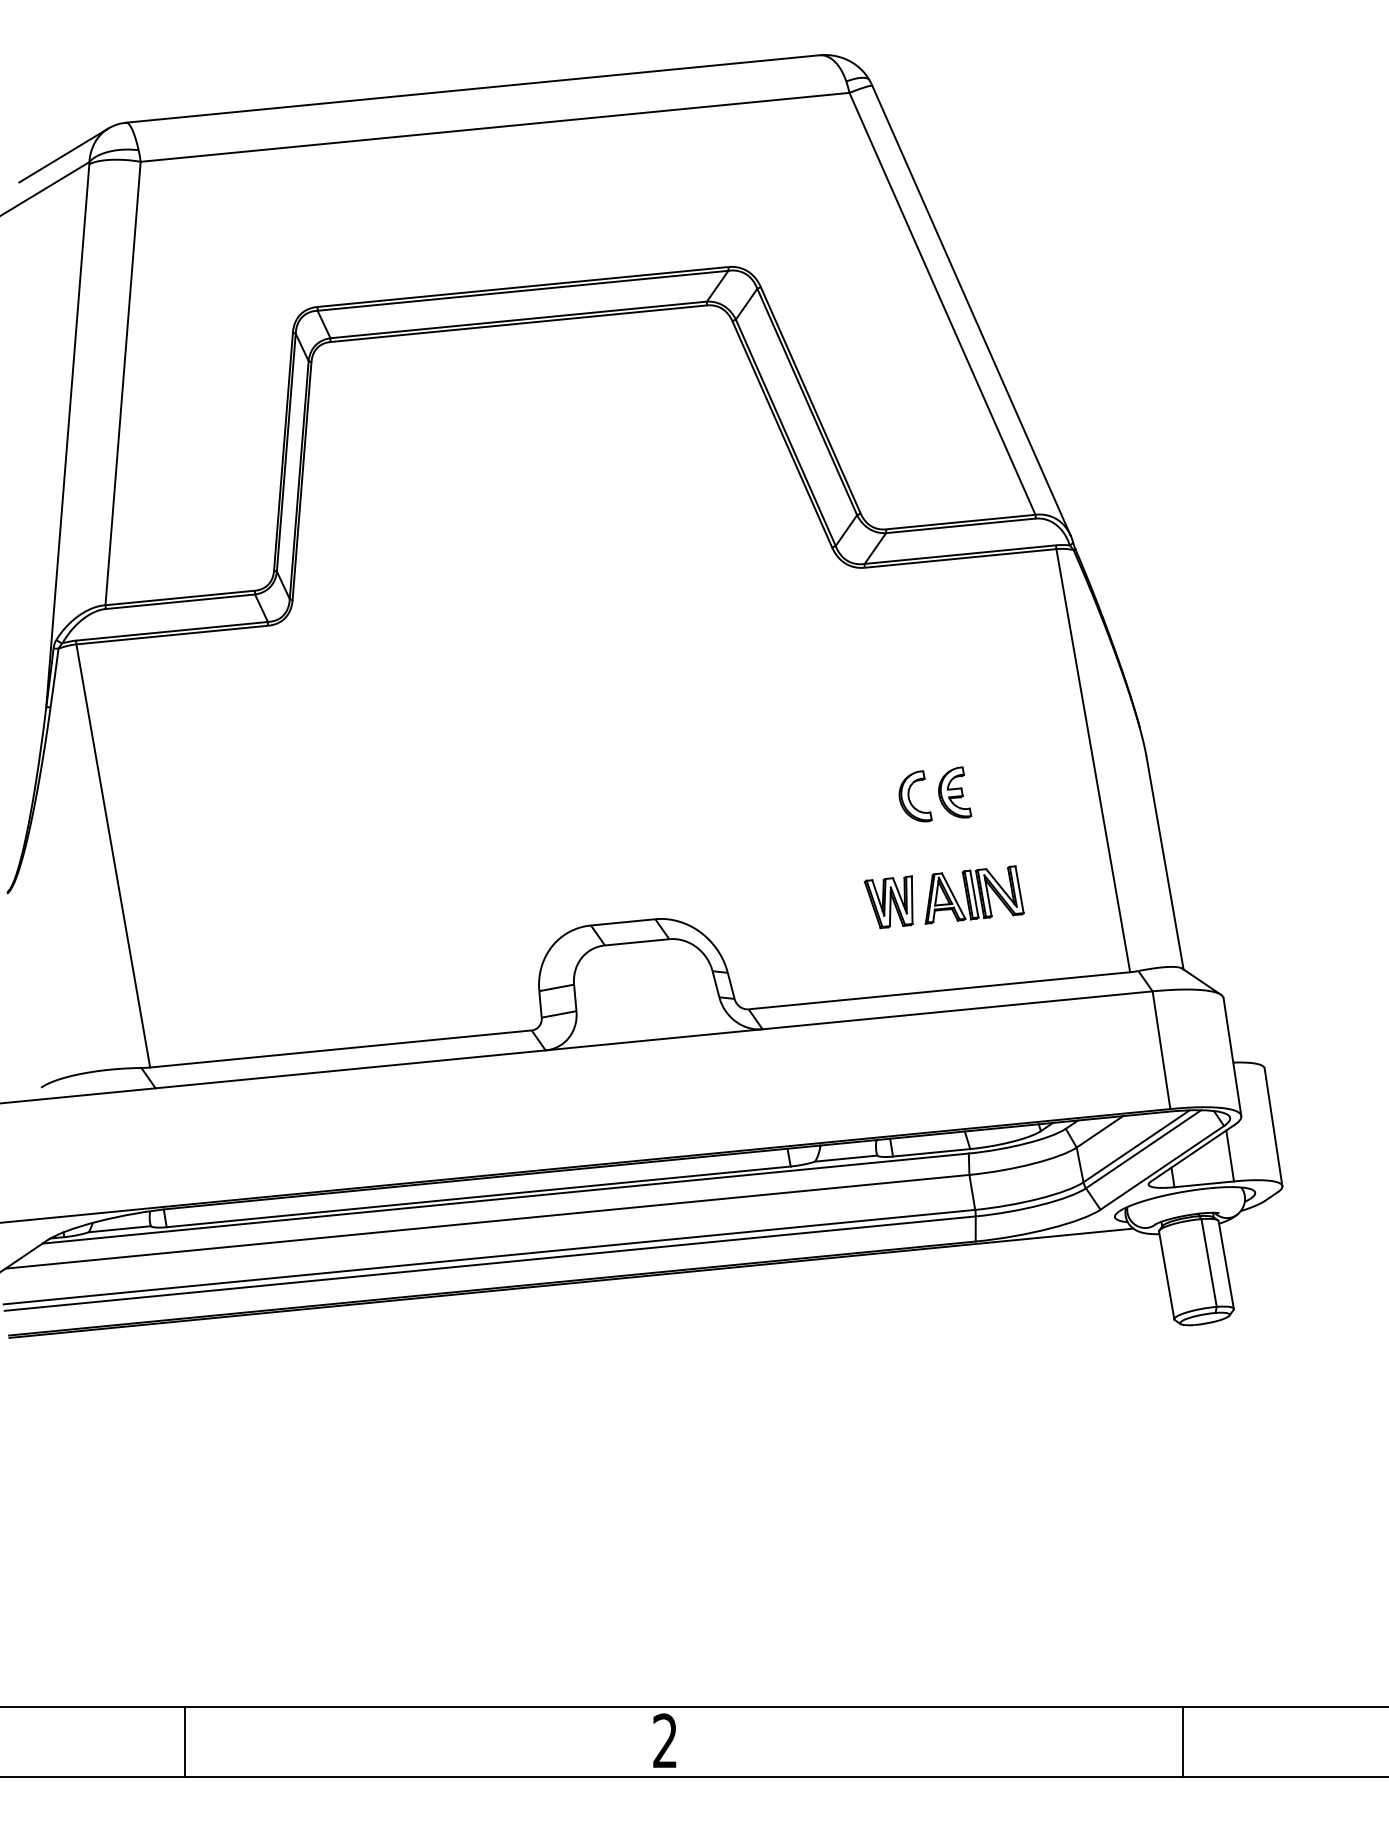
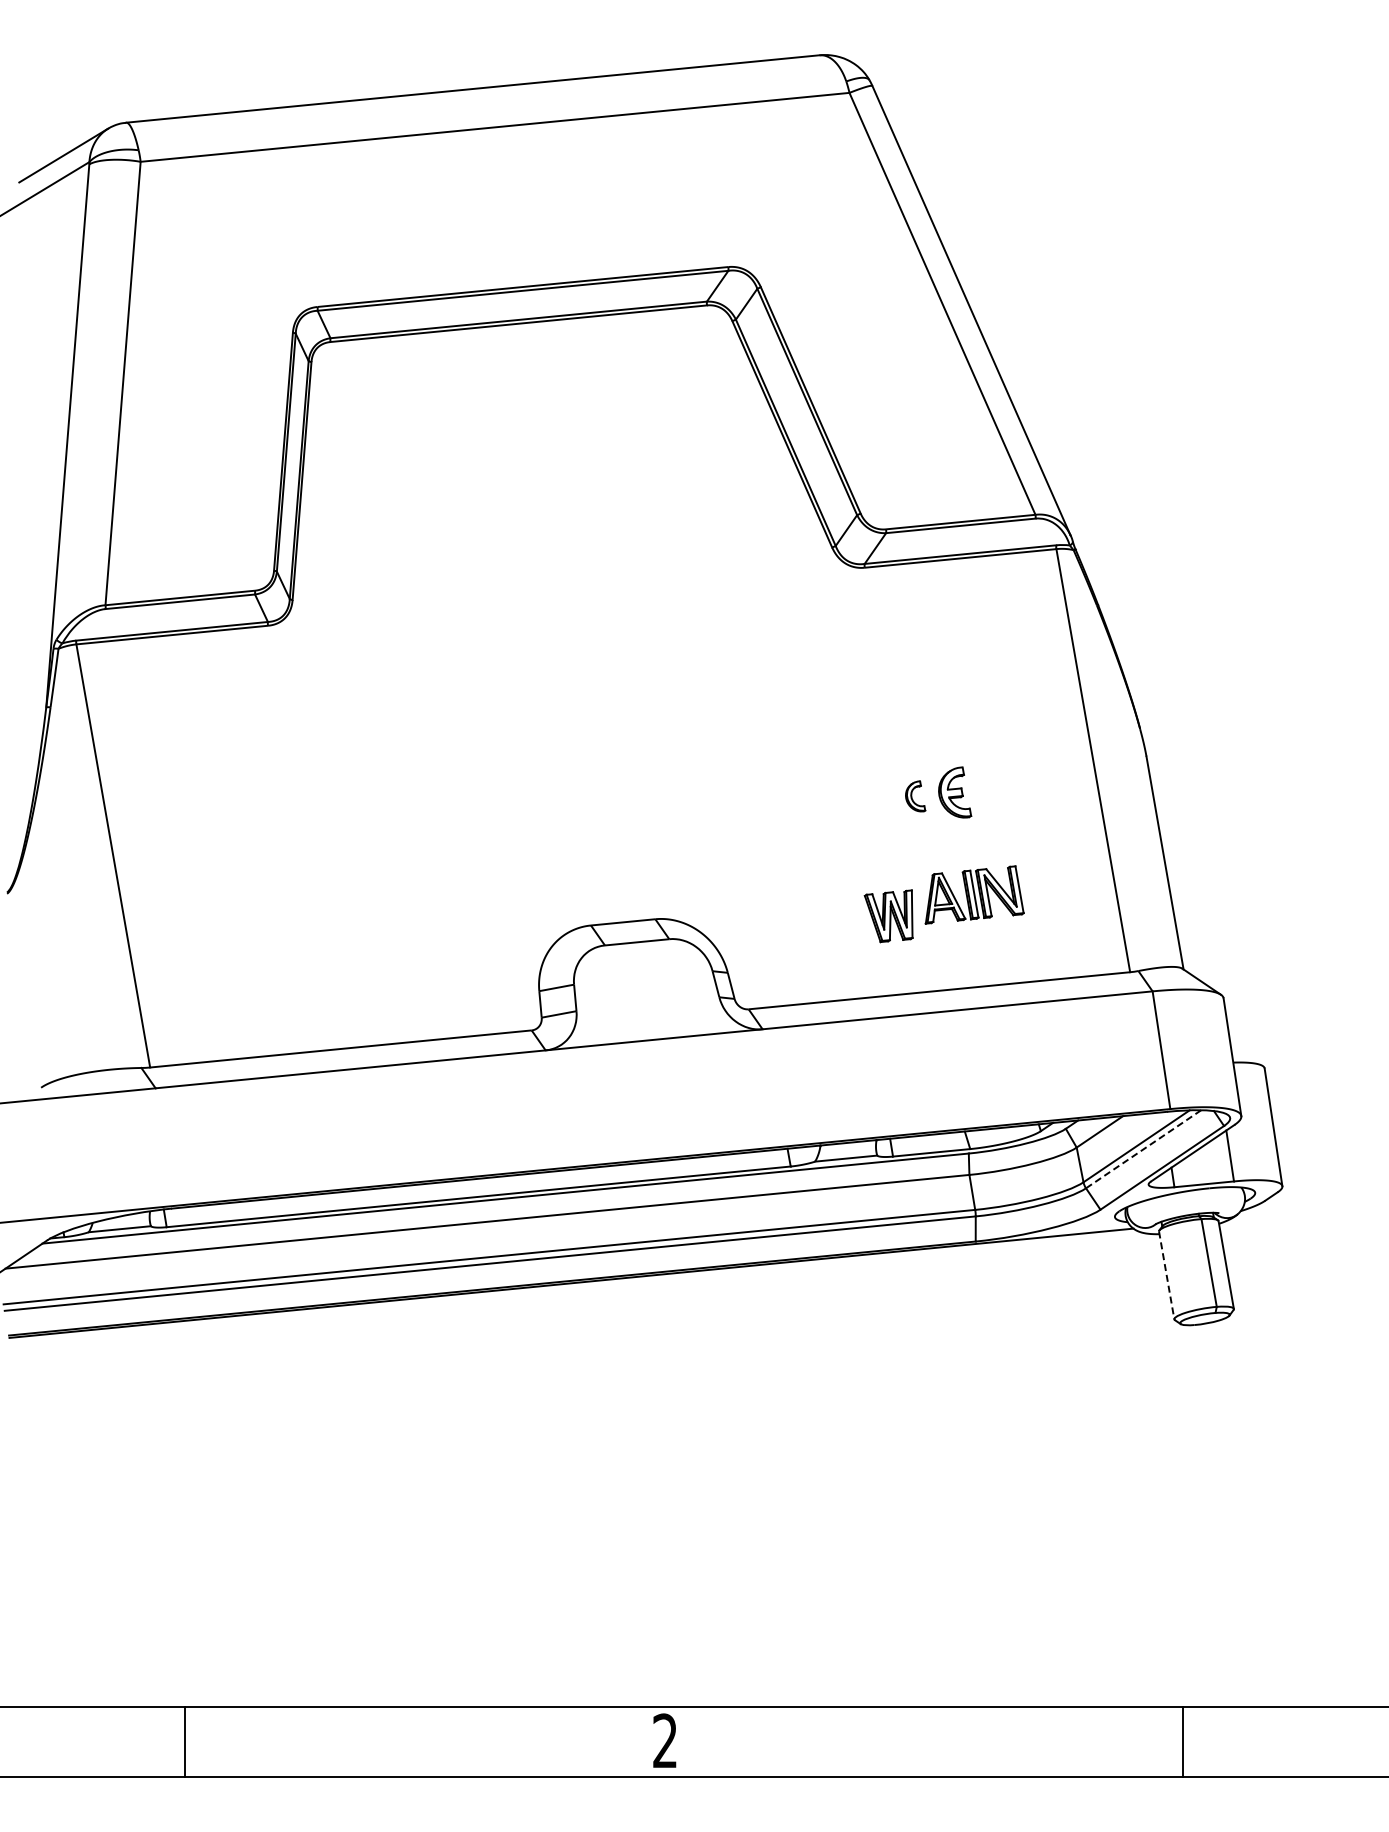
part at (915, 796) size: 35x53 px -> 22x33 px
part at (888, 902) position: (888, 902) -> (888, 916)
line at (1143, 1149): solid -> dashed
line at (1166, 1275): solid -> dashed
